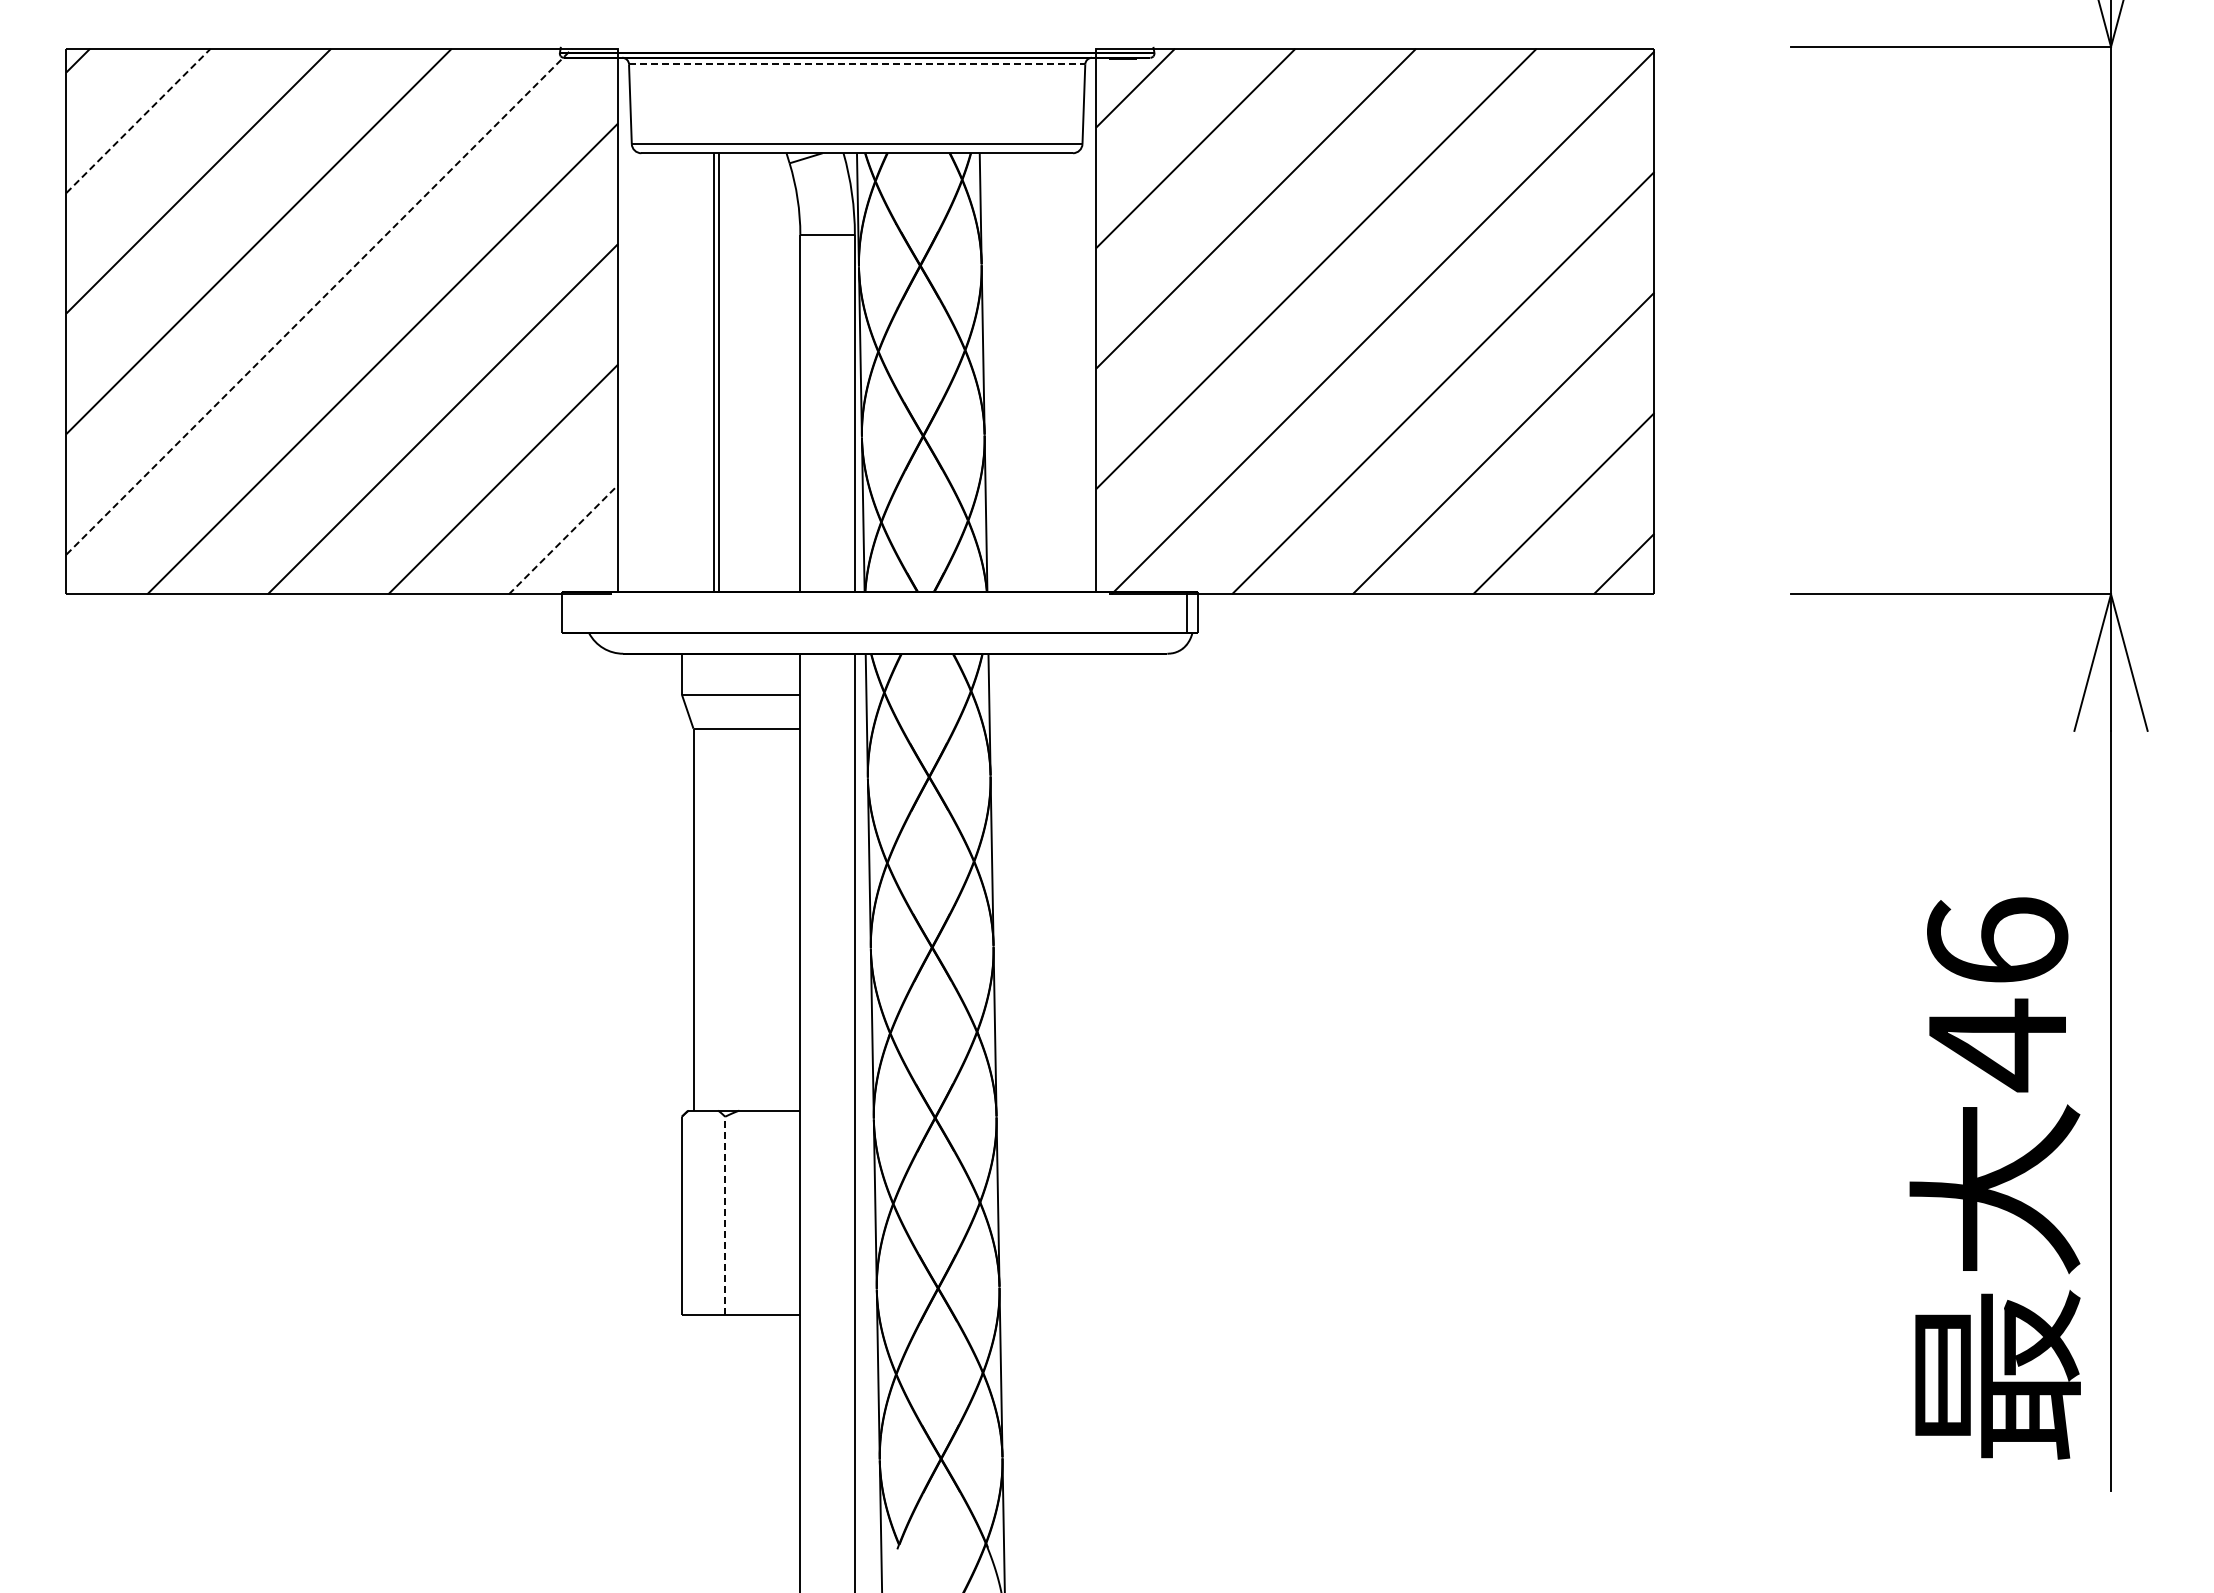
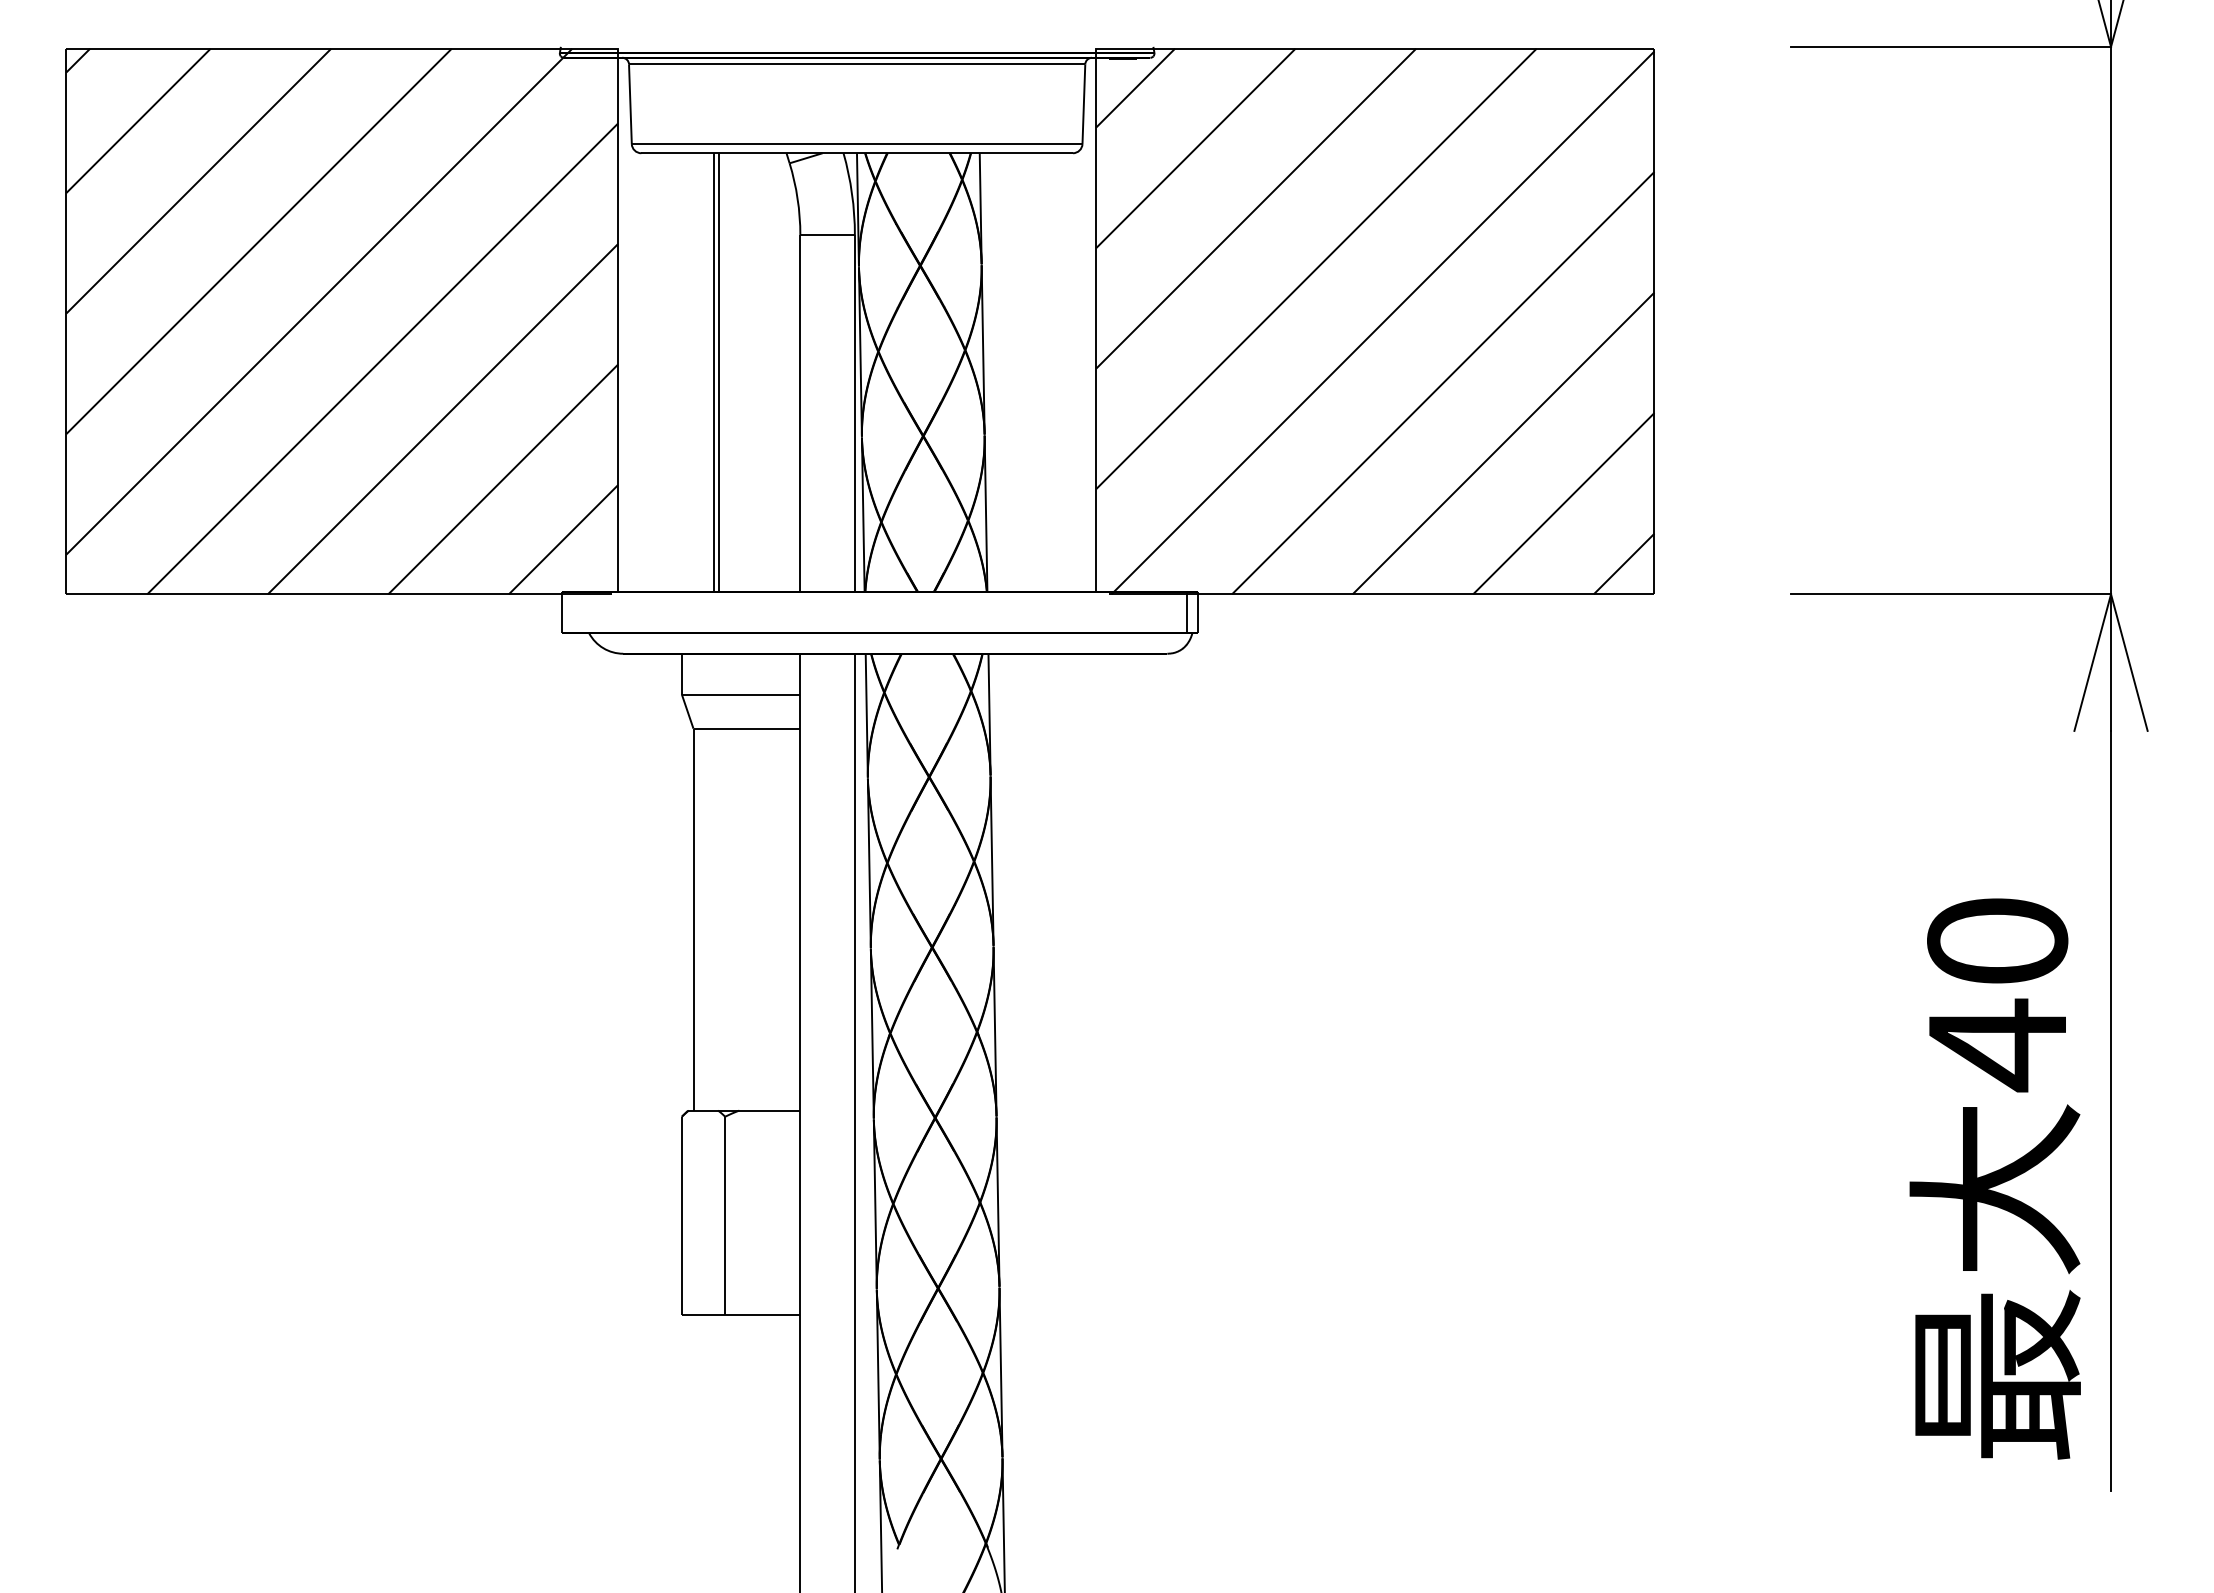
line at (857, 64): dashed -> solid
line at (138, 120): dashed -> solid
line at (319, 301): dashed -> solid
line at (563, 539): dashed -> solid
text at (1997, 940): 46 -> 40
line at (725, 1215): dashed -> solid
